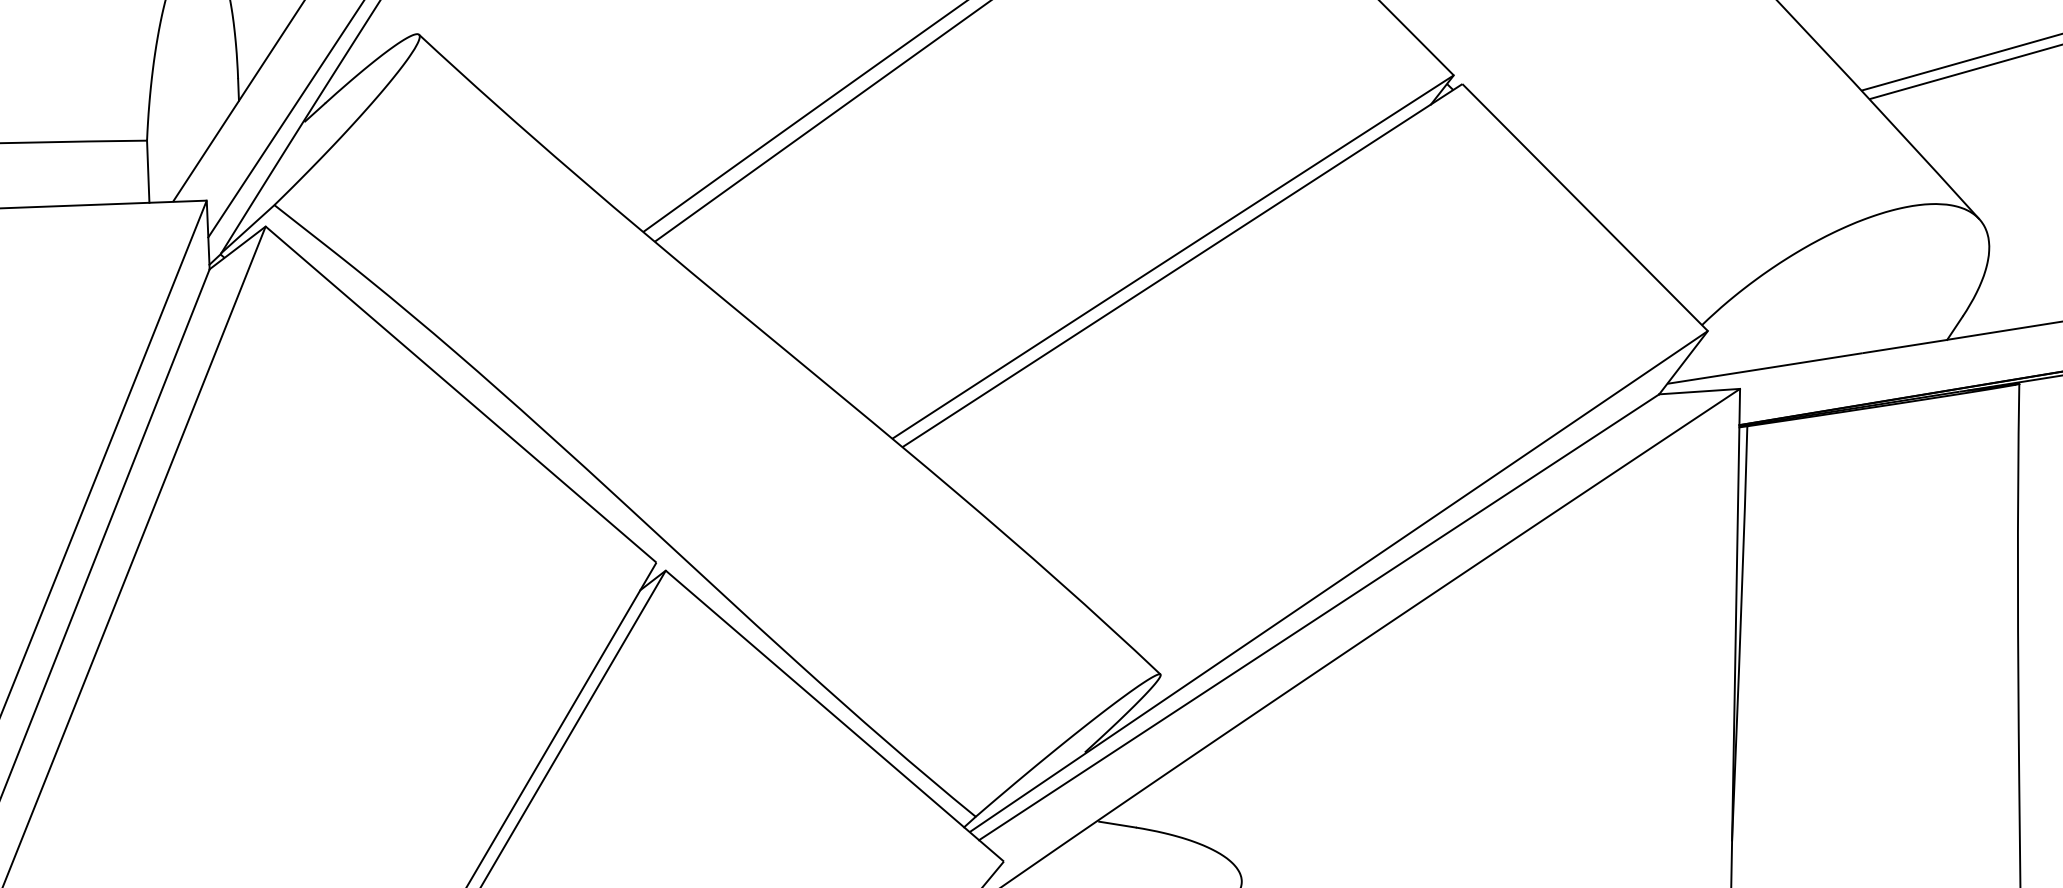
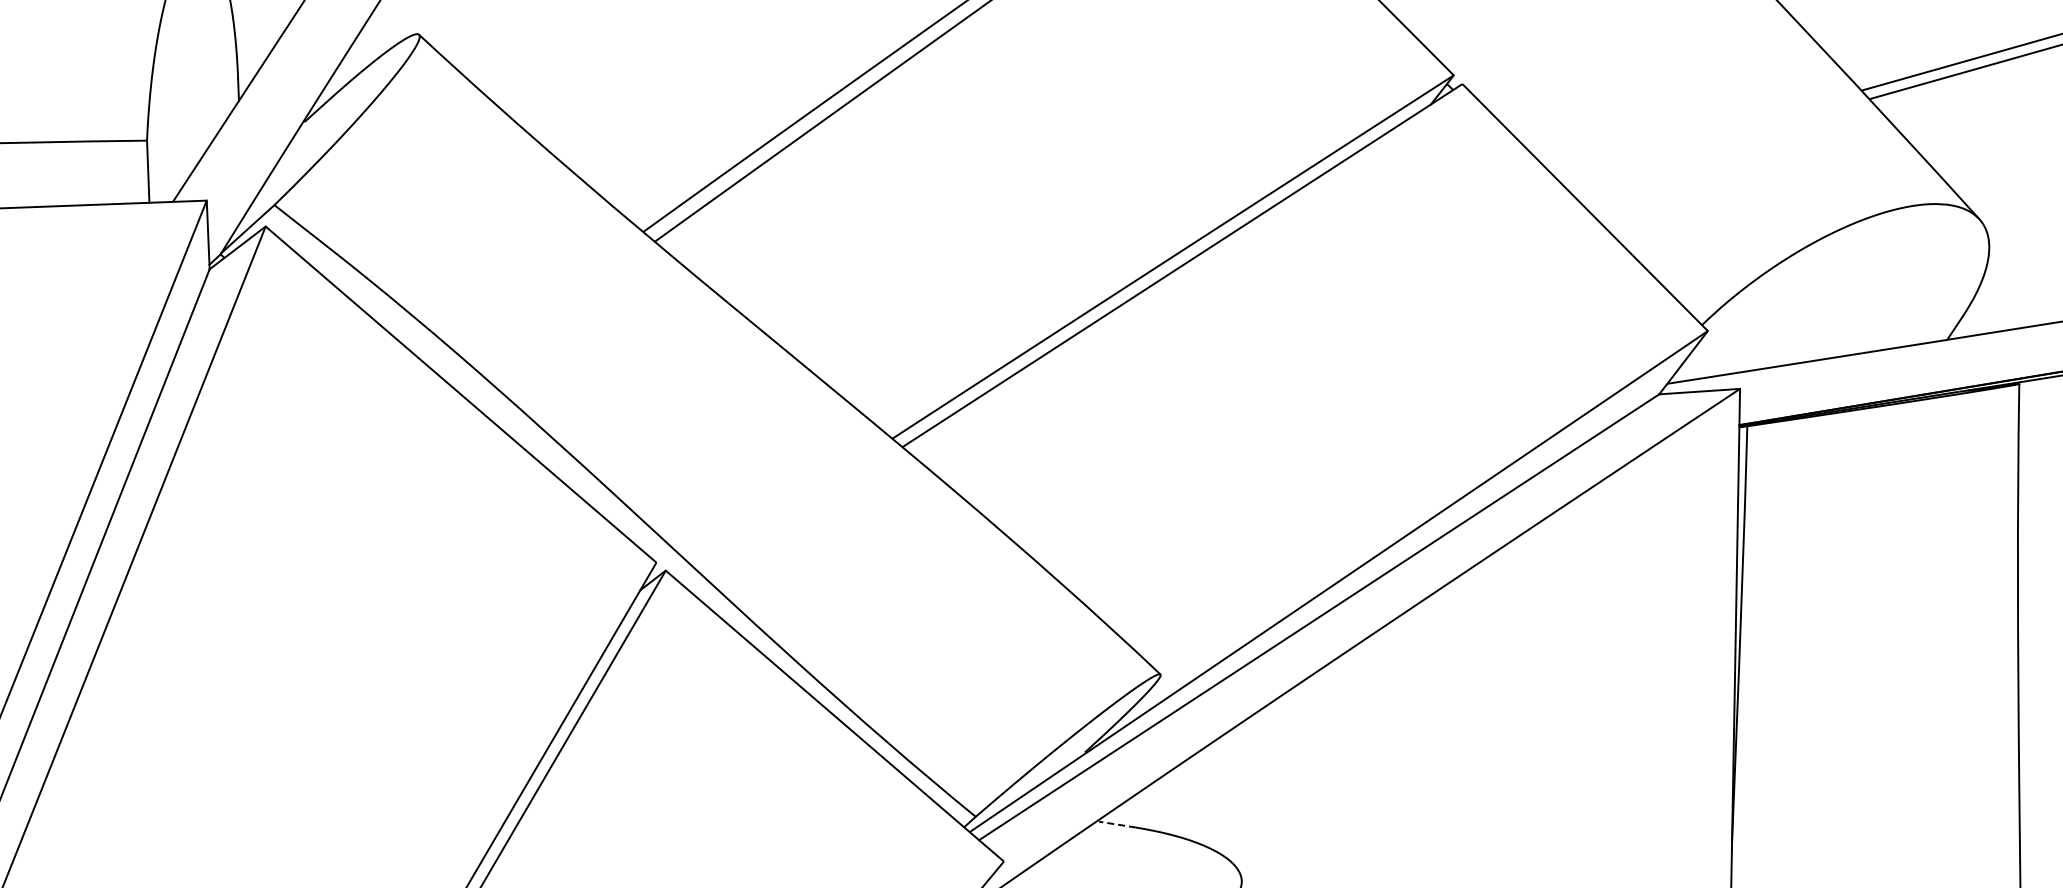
line at (285, 119): present -> none
line at (1117, 824): solid -> dashed
